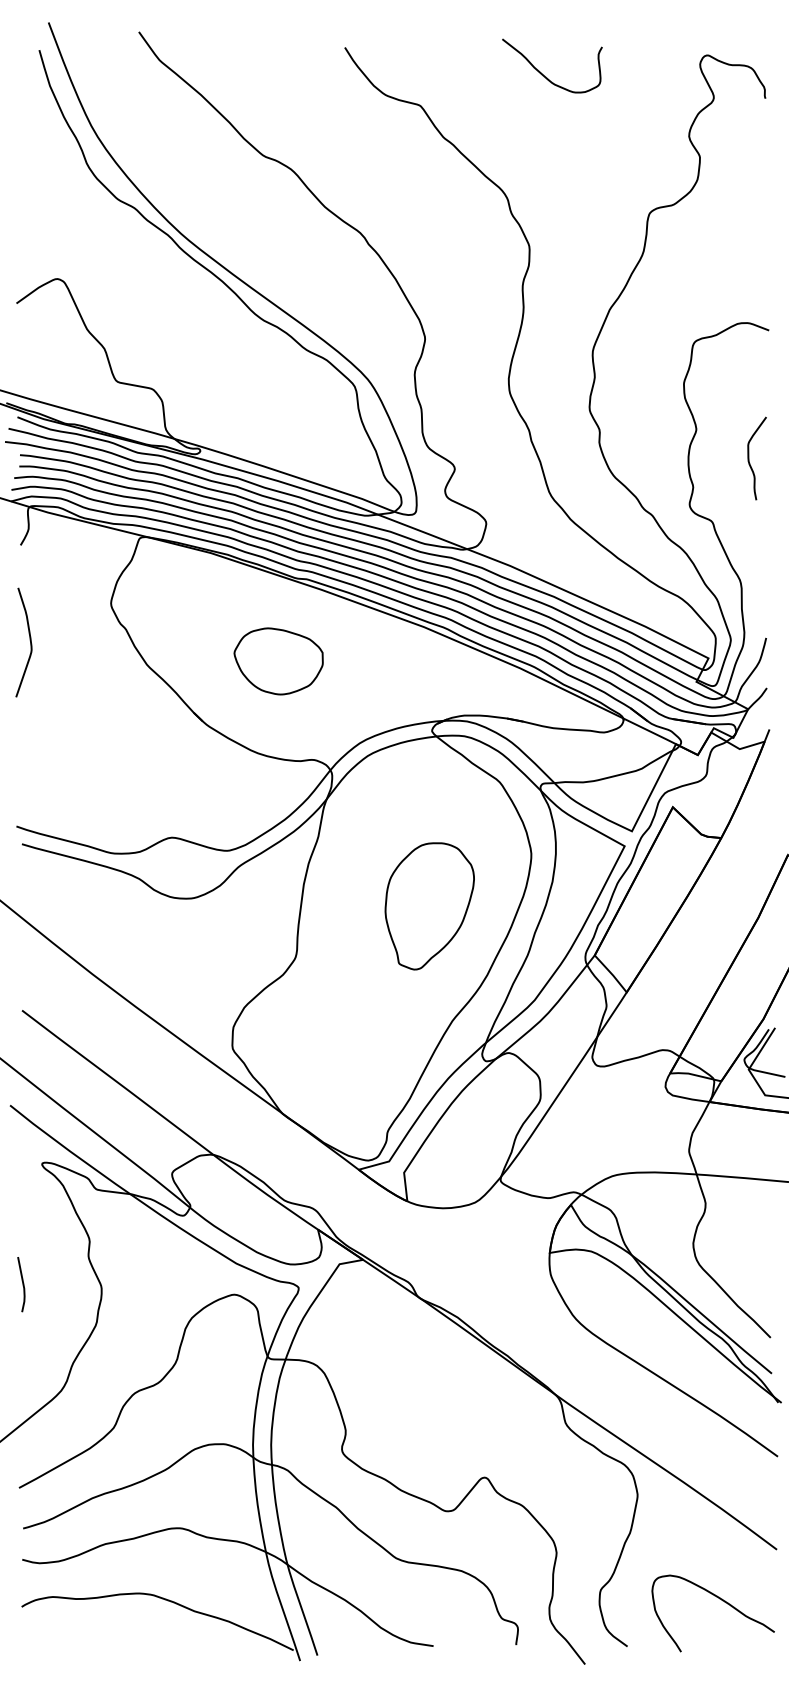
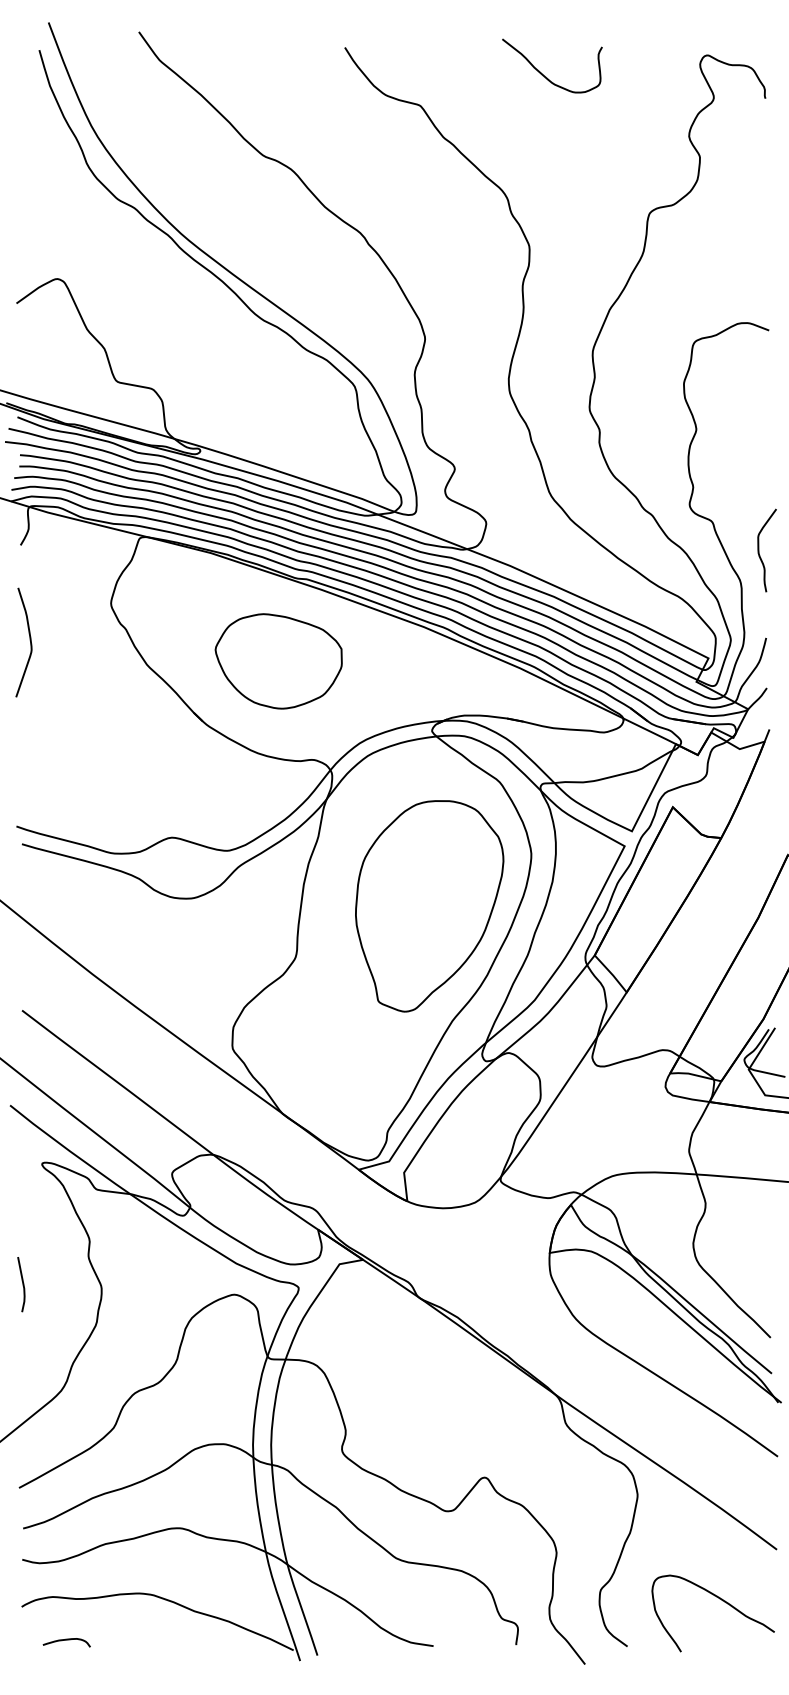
curve at (749, 458) position: (749, 458) -> (759, 550)
part at (278, 661) size: 91x69 px -> 129x97 px
part at (429, 906) size: 91x129 px -> 150x213 px
curve at (66, 1640): none -> present
